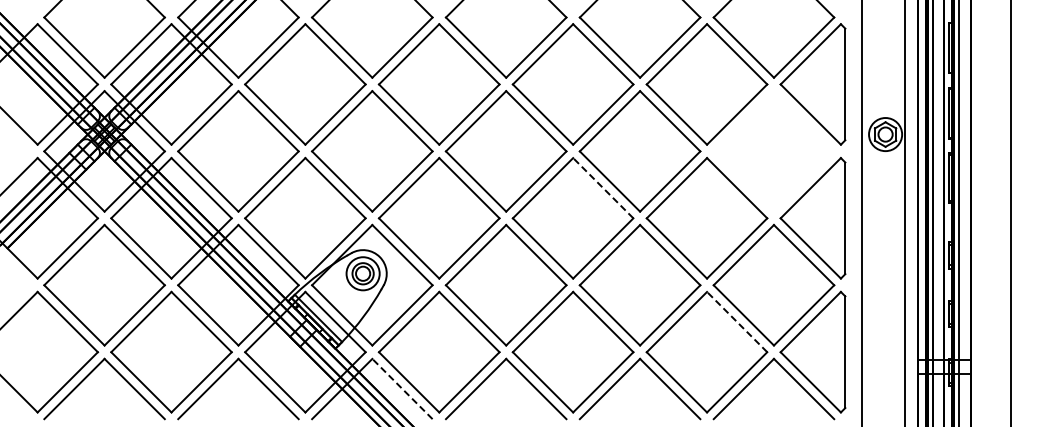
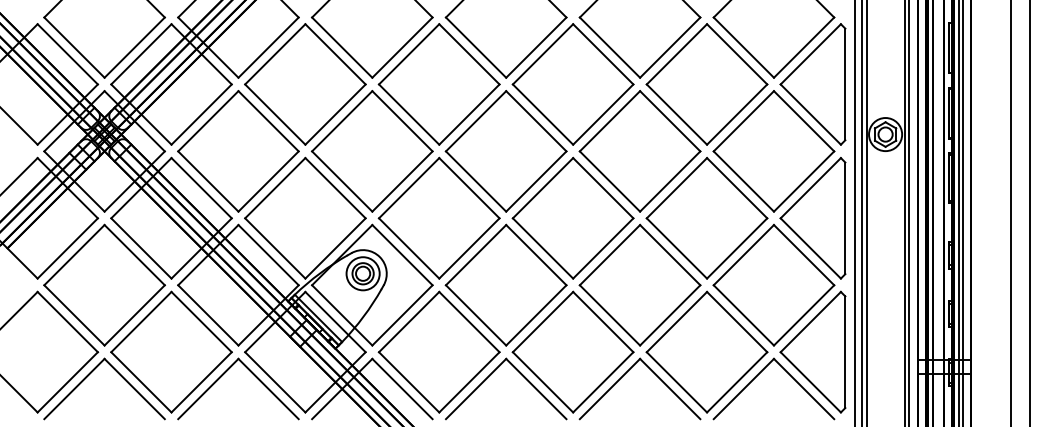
part at (773, 151): none -> present
line at (603, 188): dashed -> solid
line at (854, 212): none -> present
line at (866, 212): none -> present
line at (909, 212): none -> present
line at (963, 212): none -> present
line at (1029, 212): none -> present
line at (737, 322): dashed -> solid
line at (402, 389): dashed -> solid
